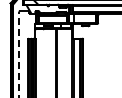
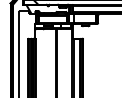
line at (19, 54): dashed -> solid
